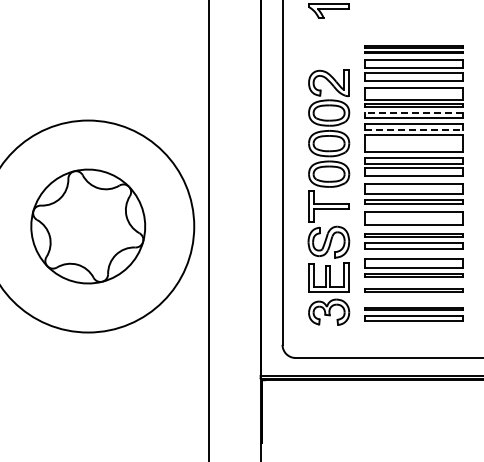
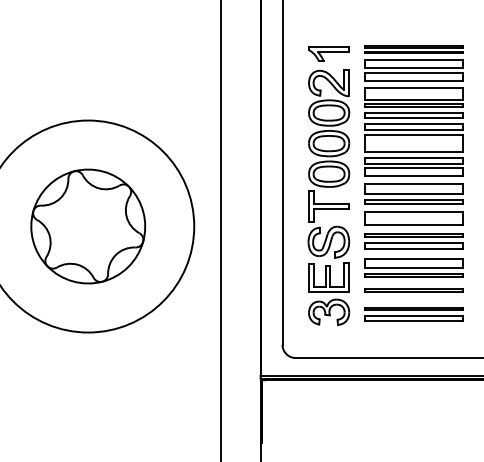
part at (328, 10) position: (328, 10) -> (328, 53)
line at (413, 113): dashed -> solid
line at (414, 129): dashed -> solid
line at (208, 230) position: (208, 230) -> (220, 230)
